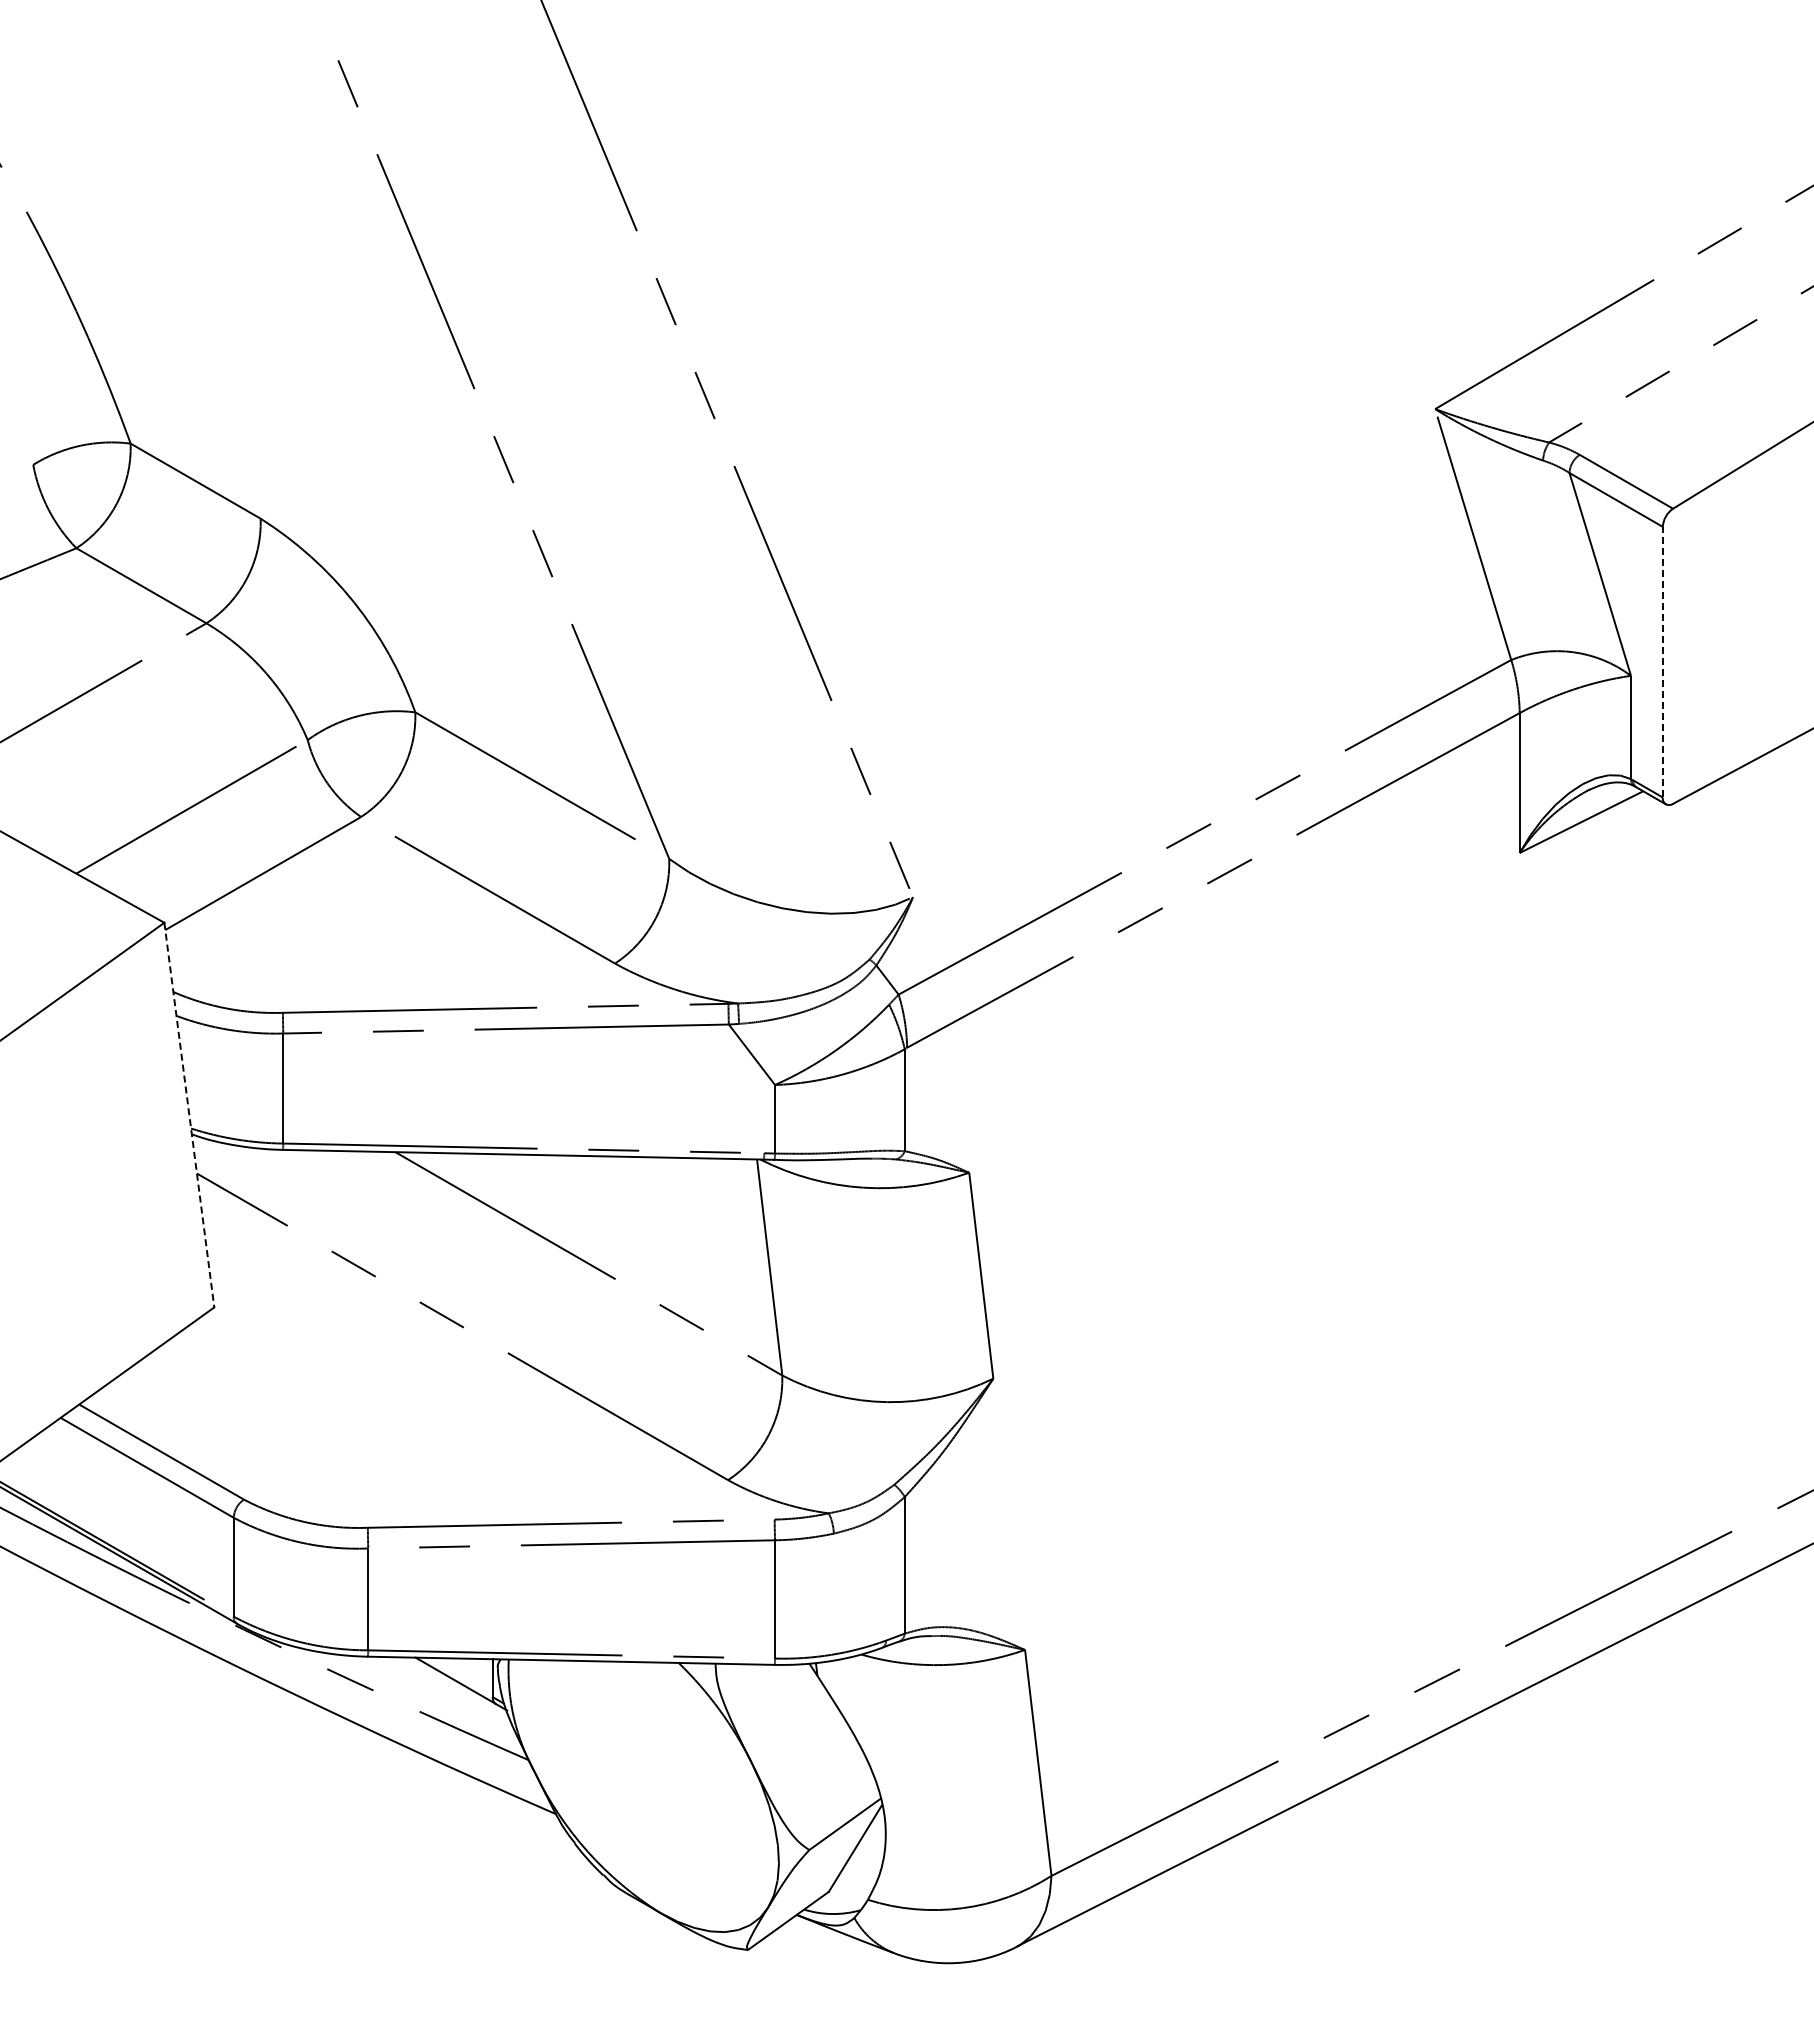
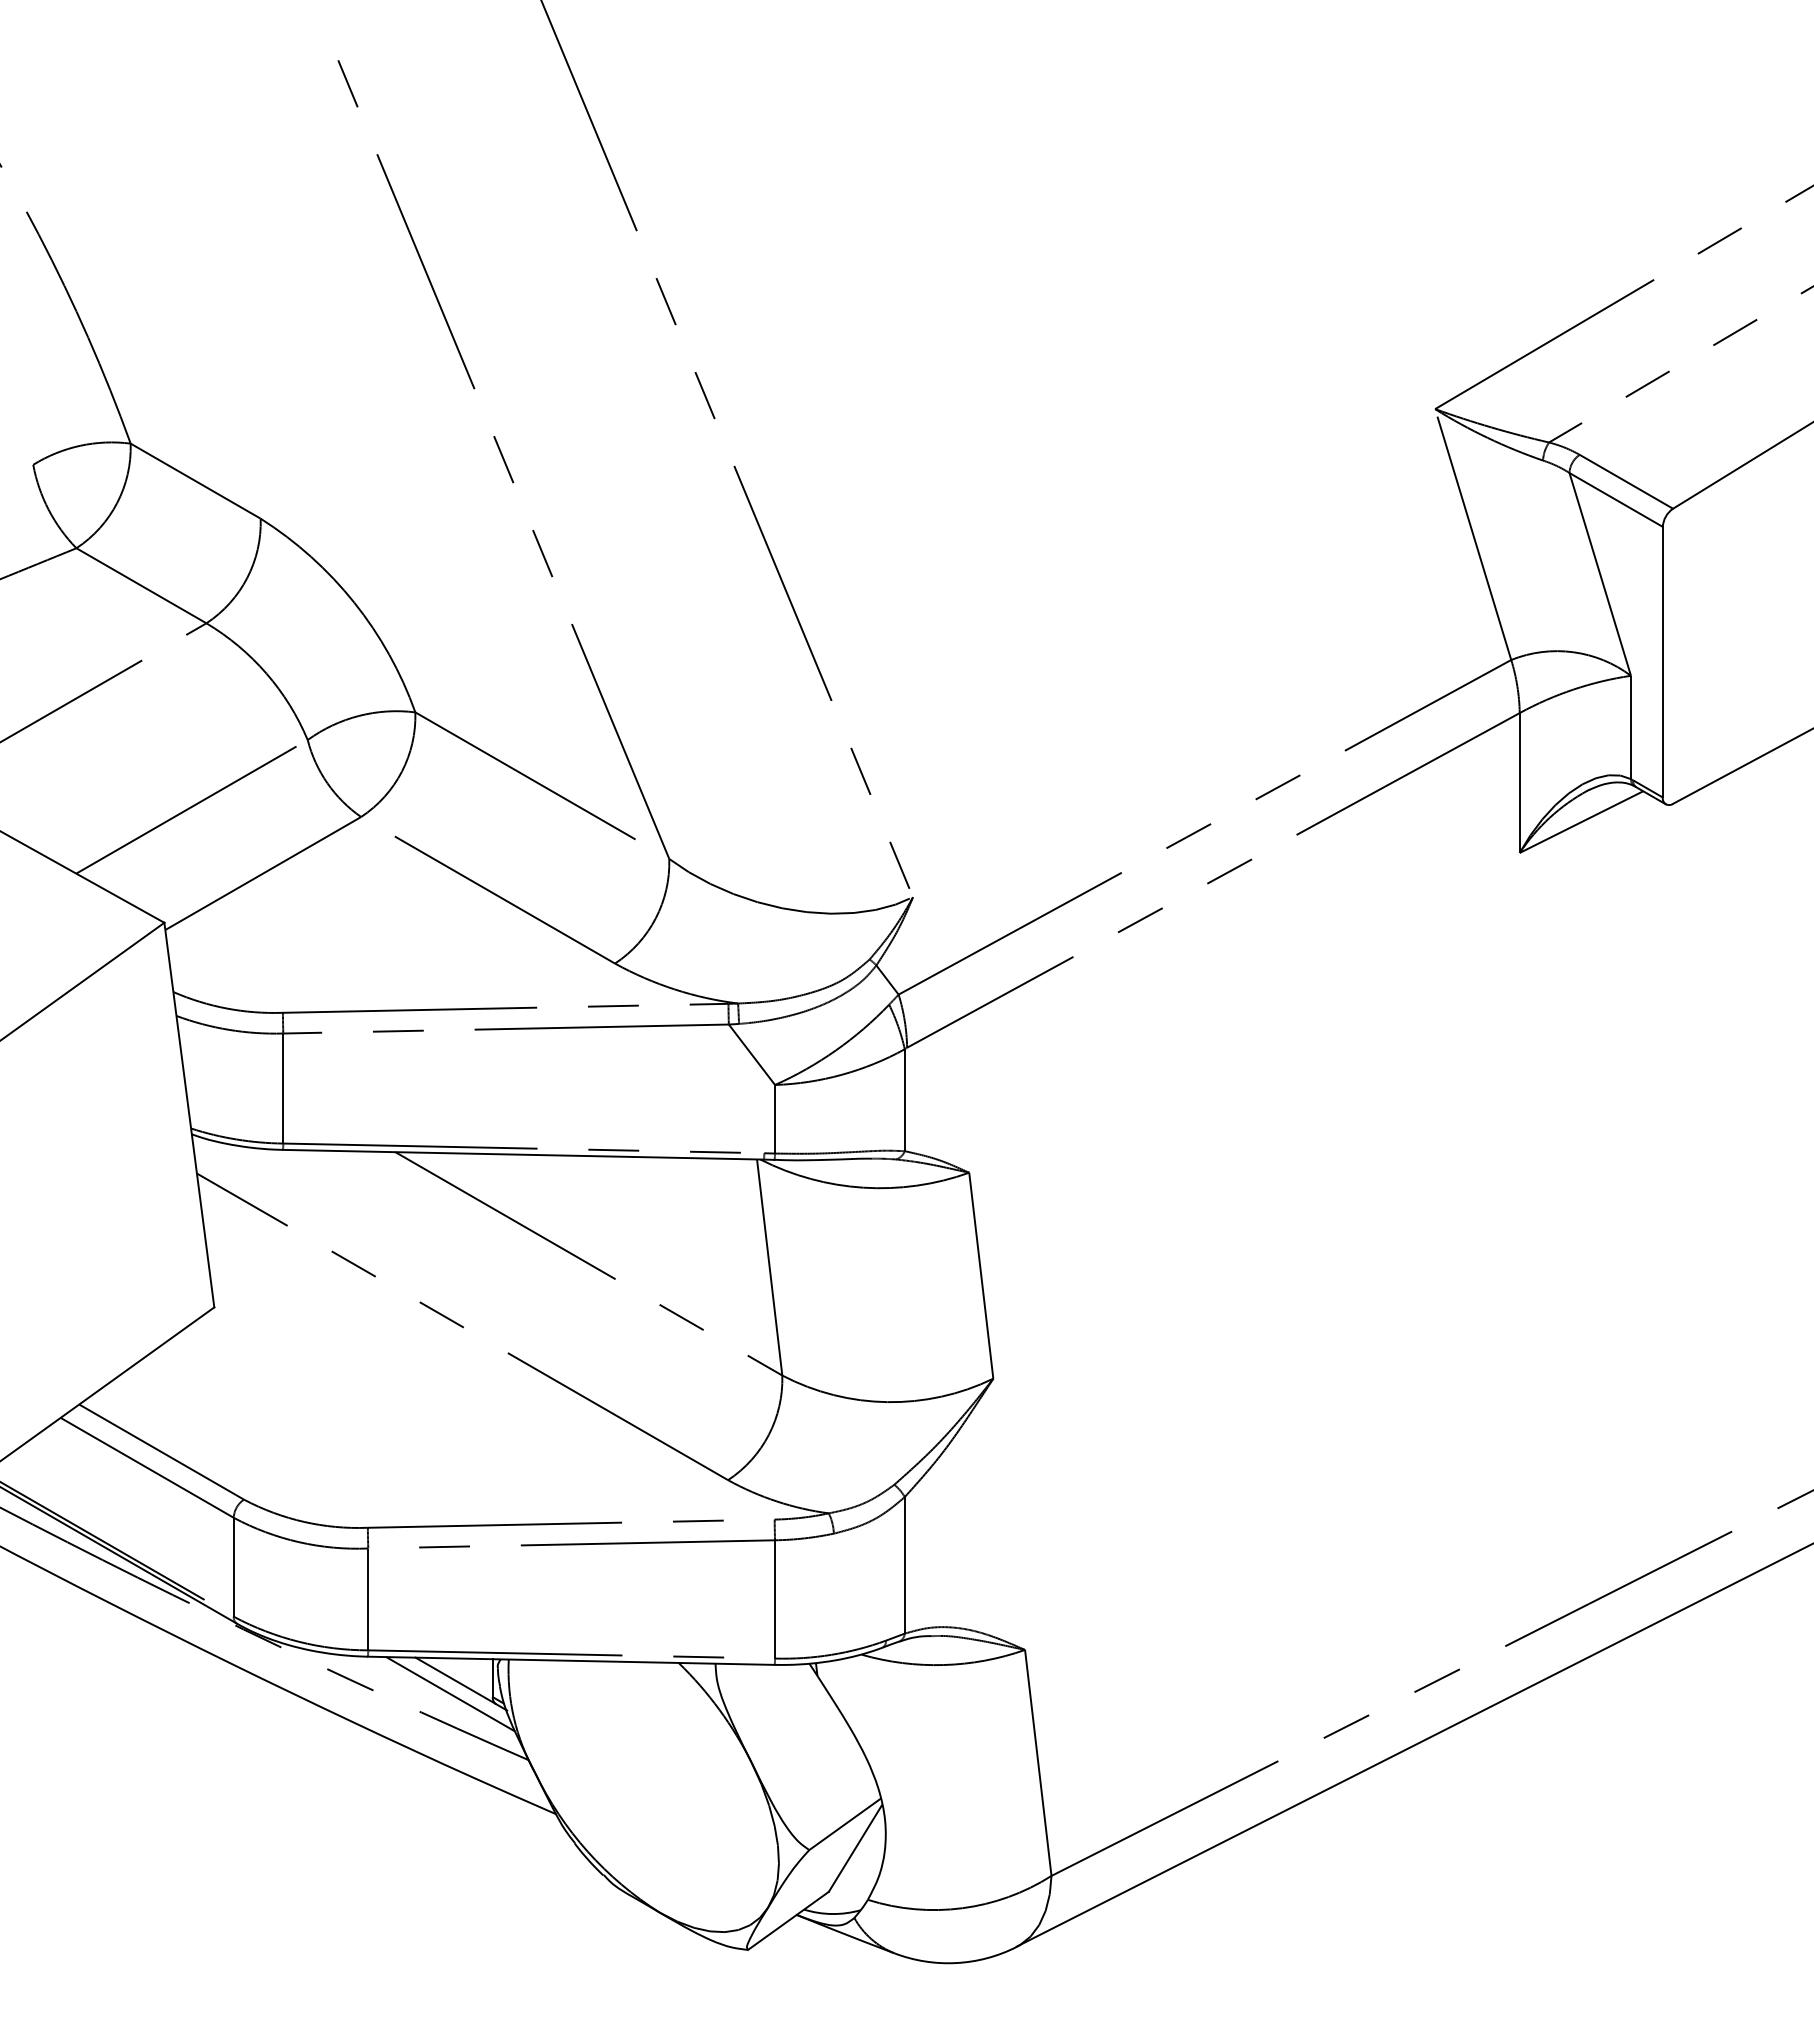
line at (1662, 661): dashed -> solid
line at (189, 1115): dashed -> solid
line at (450, 1694): none -> present
